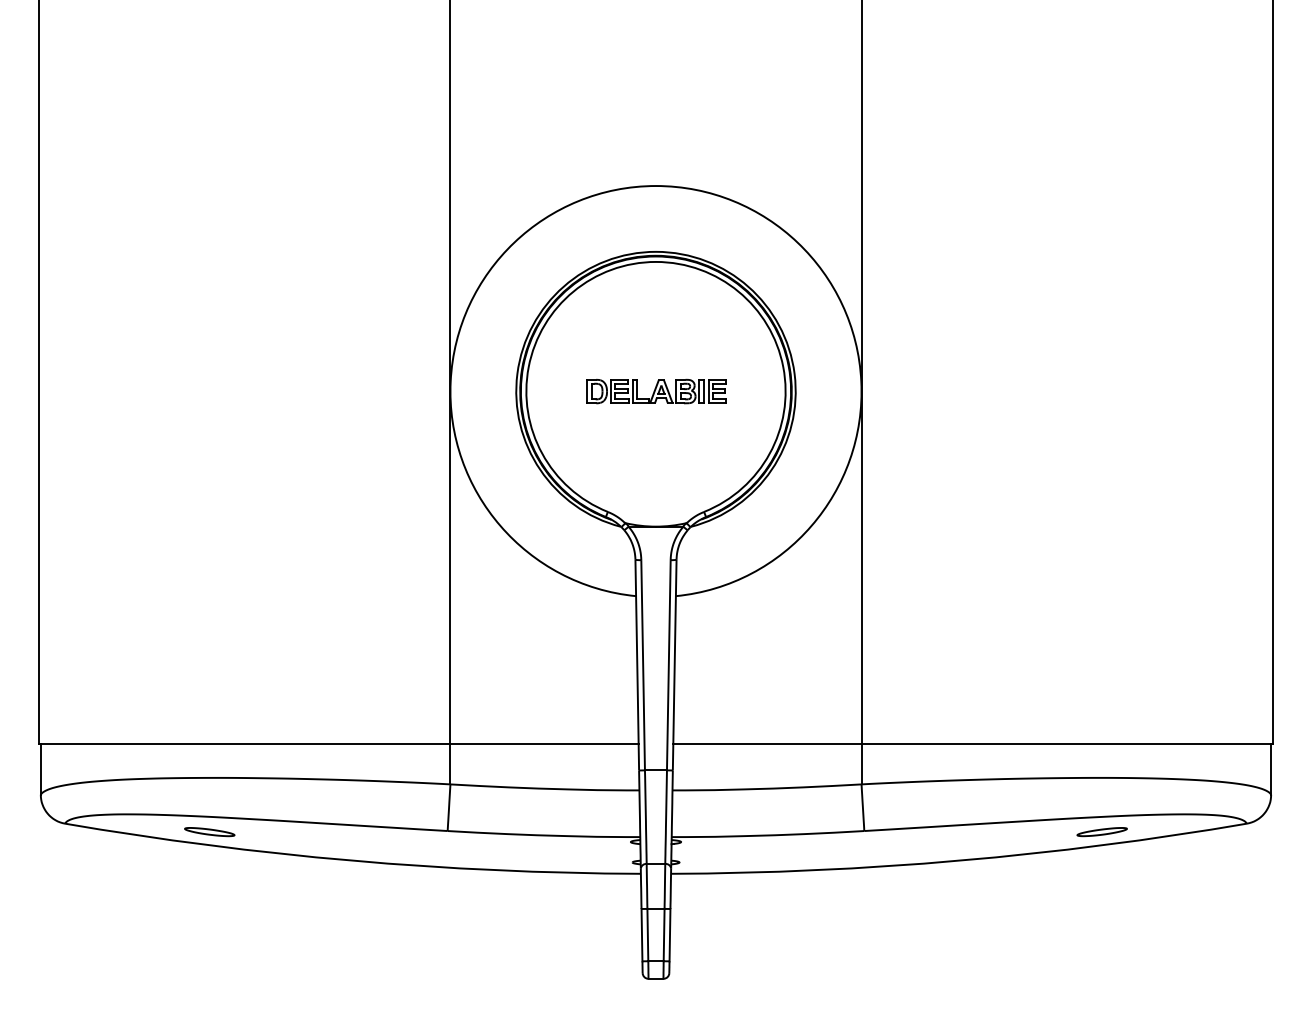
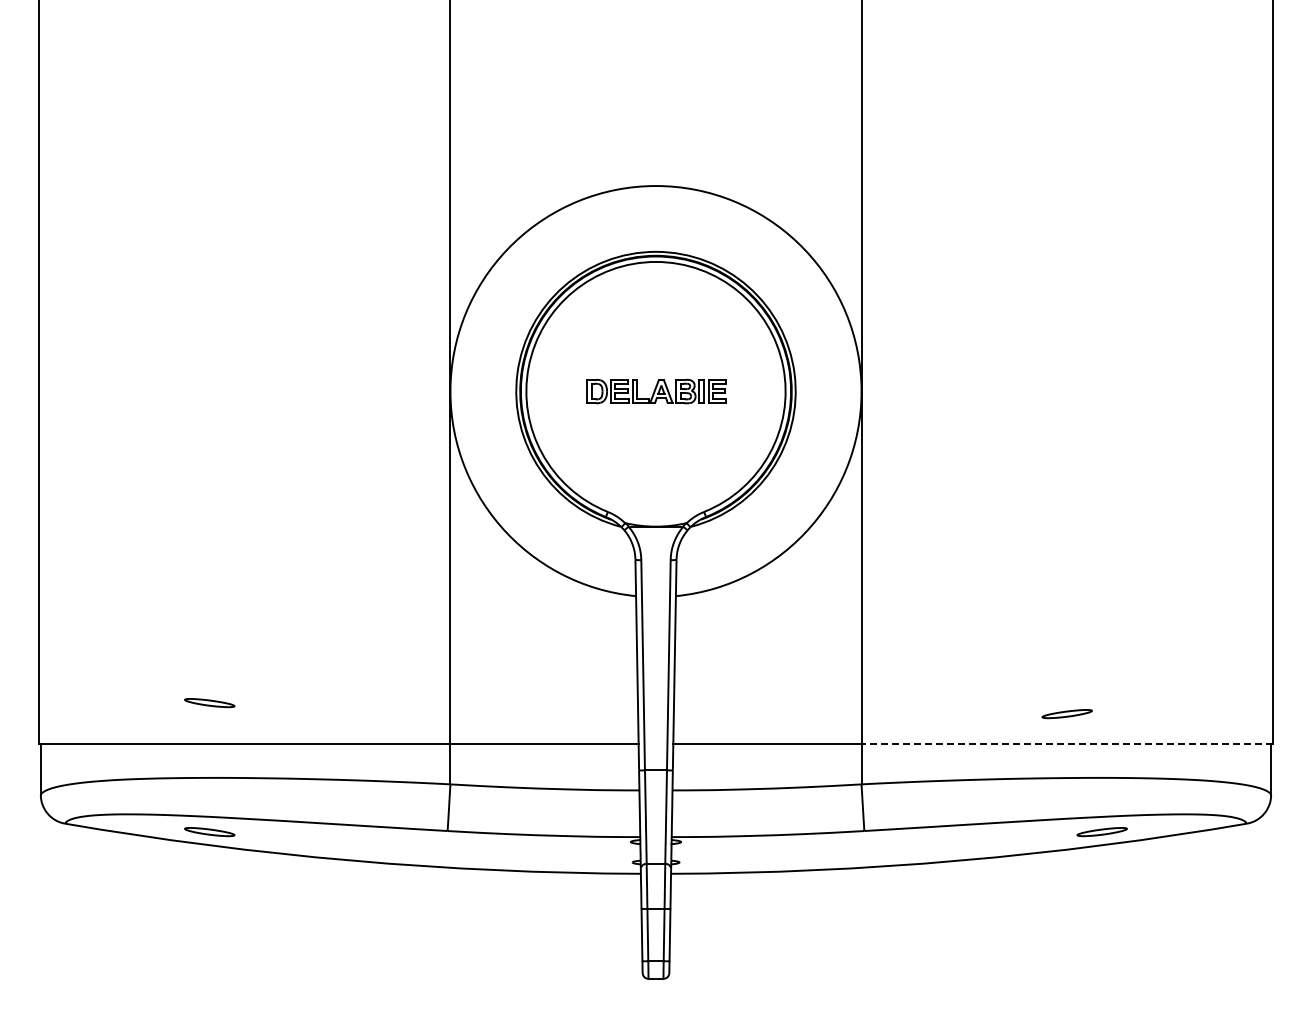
part at (209, 703): none -> present
part at (1066, 714): none -> present
line at (1067, 743): solid -> dashed
